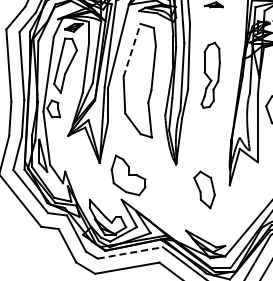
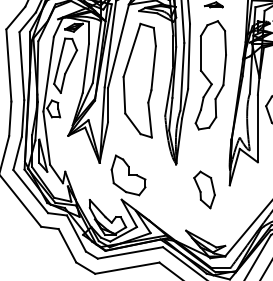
line at (132, 50): dashed -> solid
part at (210, 74) size: 21x68 px -> 33x111 px
line at (130, 252): dashed -> solid
